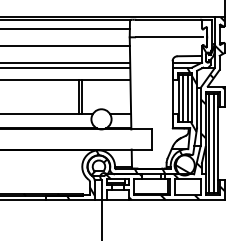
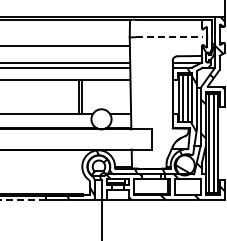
line at (65, 29): present -> none
line at (169, 37): solid -> dashed
line at (22, 200): solid -> dashed
